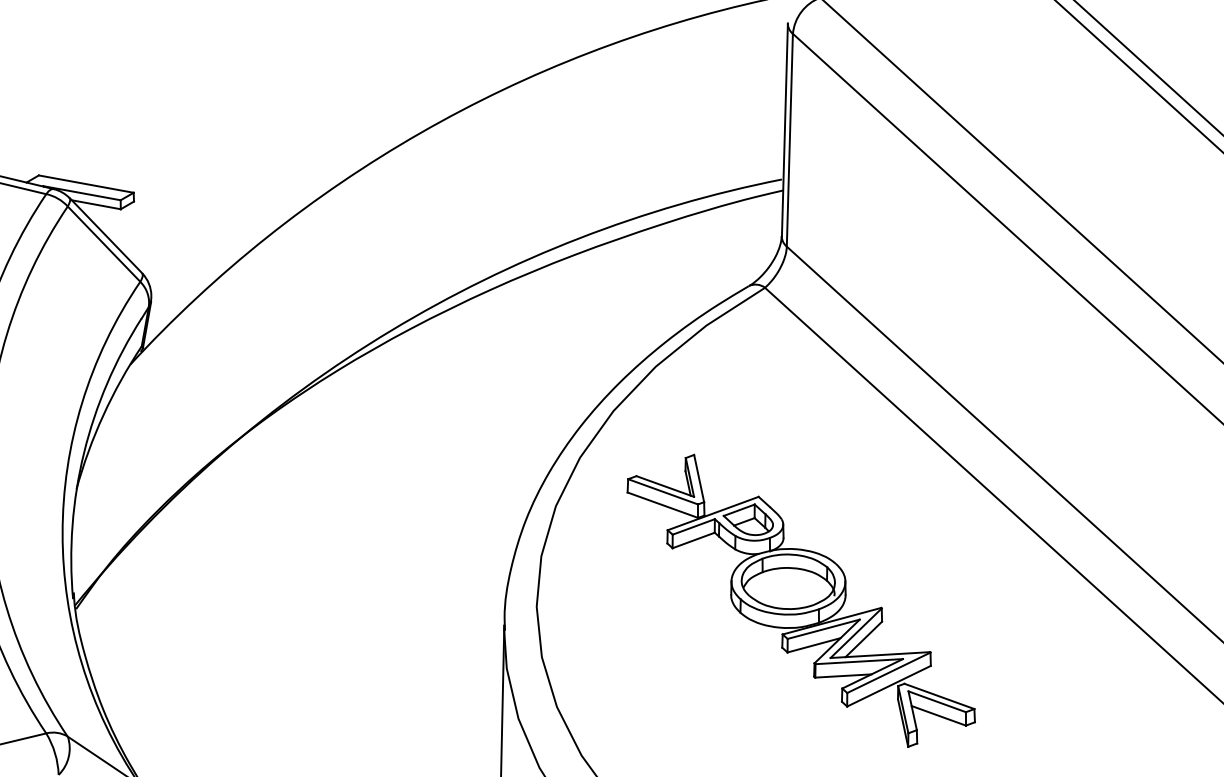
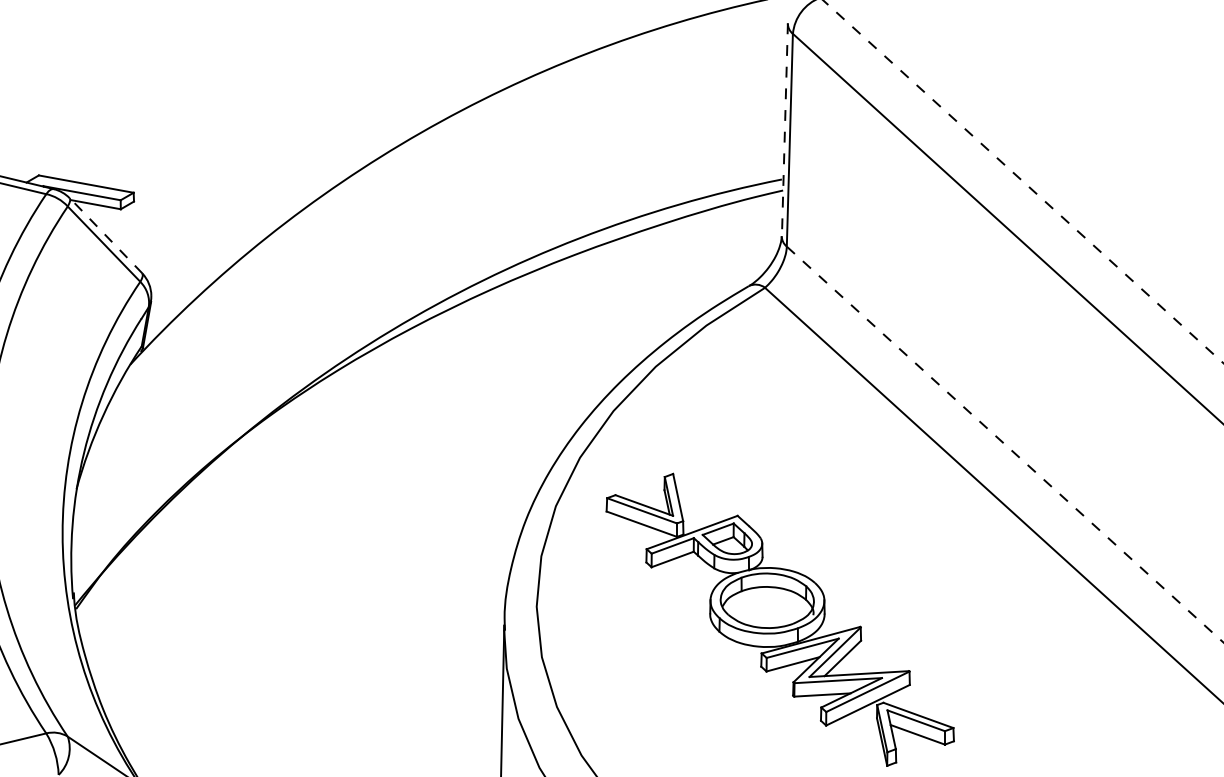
line at (1148, 67): present -> none
line at (1138, 76): present -> none
line at (784, 130): solid -> dashed
line at (1023, 182): solid -> dashed
line at (105, 235): solid -> dashed
line at (1005, 444): solid -> dashed
part at (800, 600) position: (800, 600) -> (779, 619)
